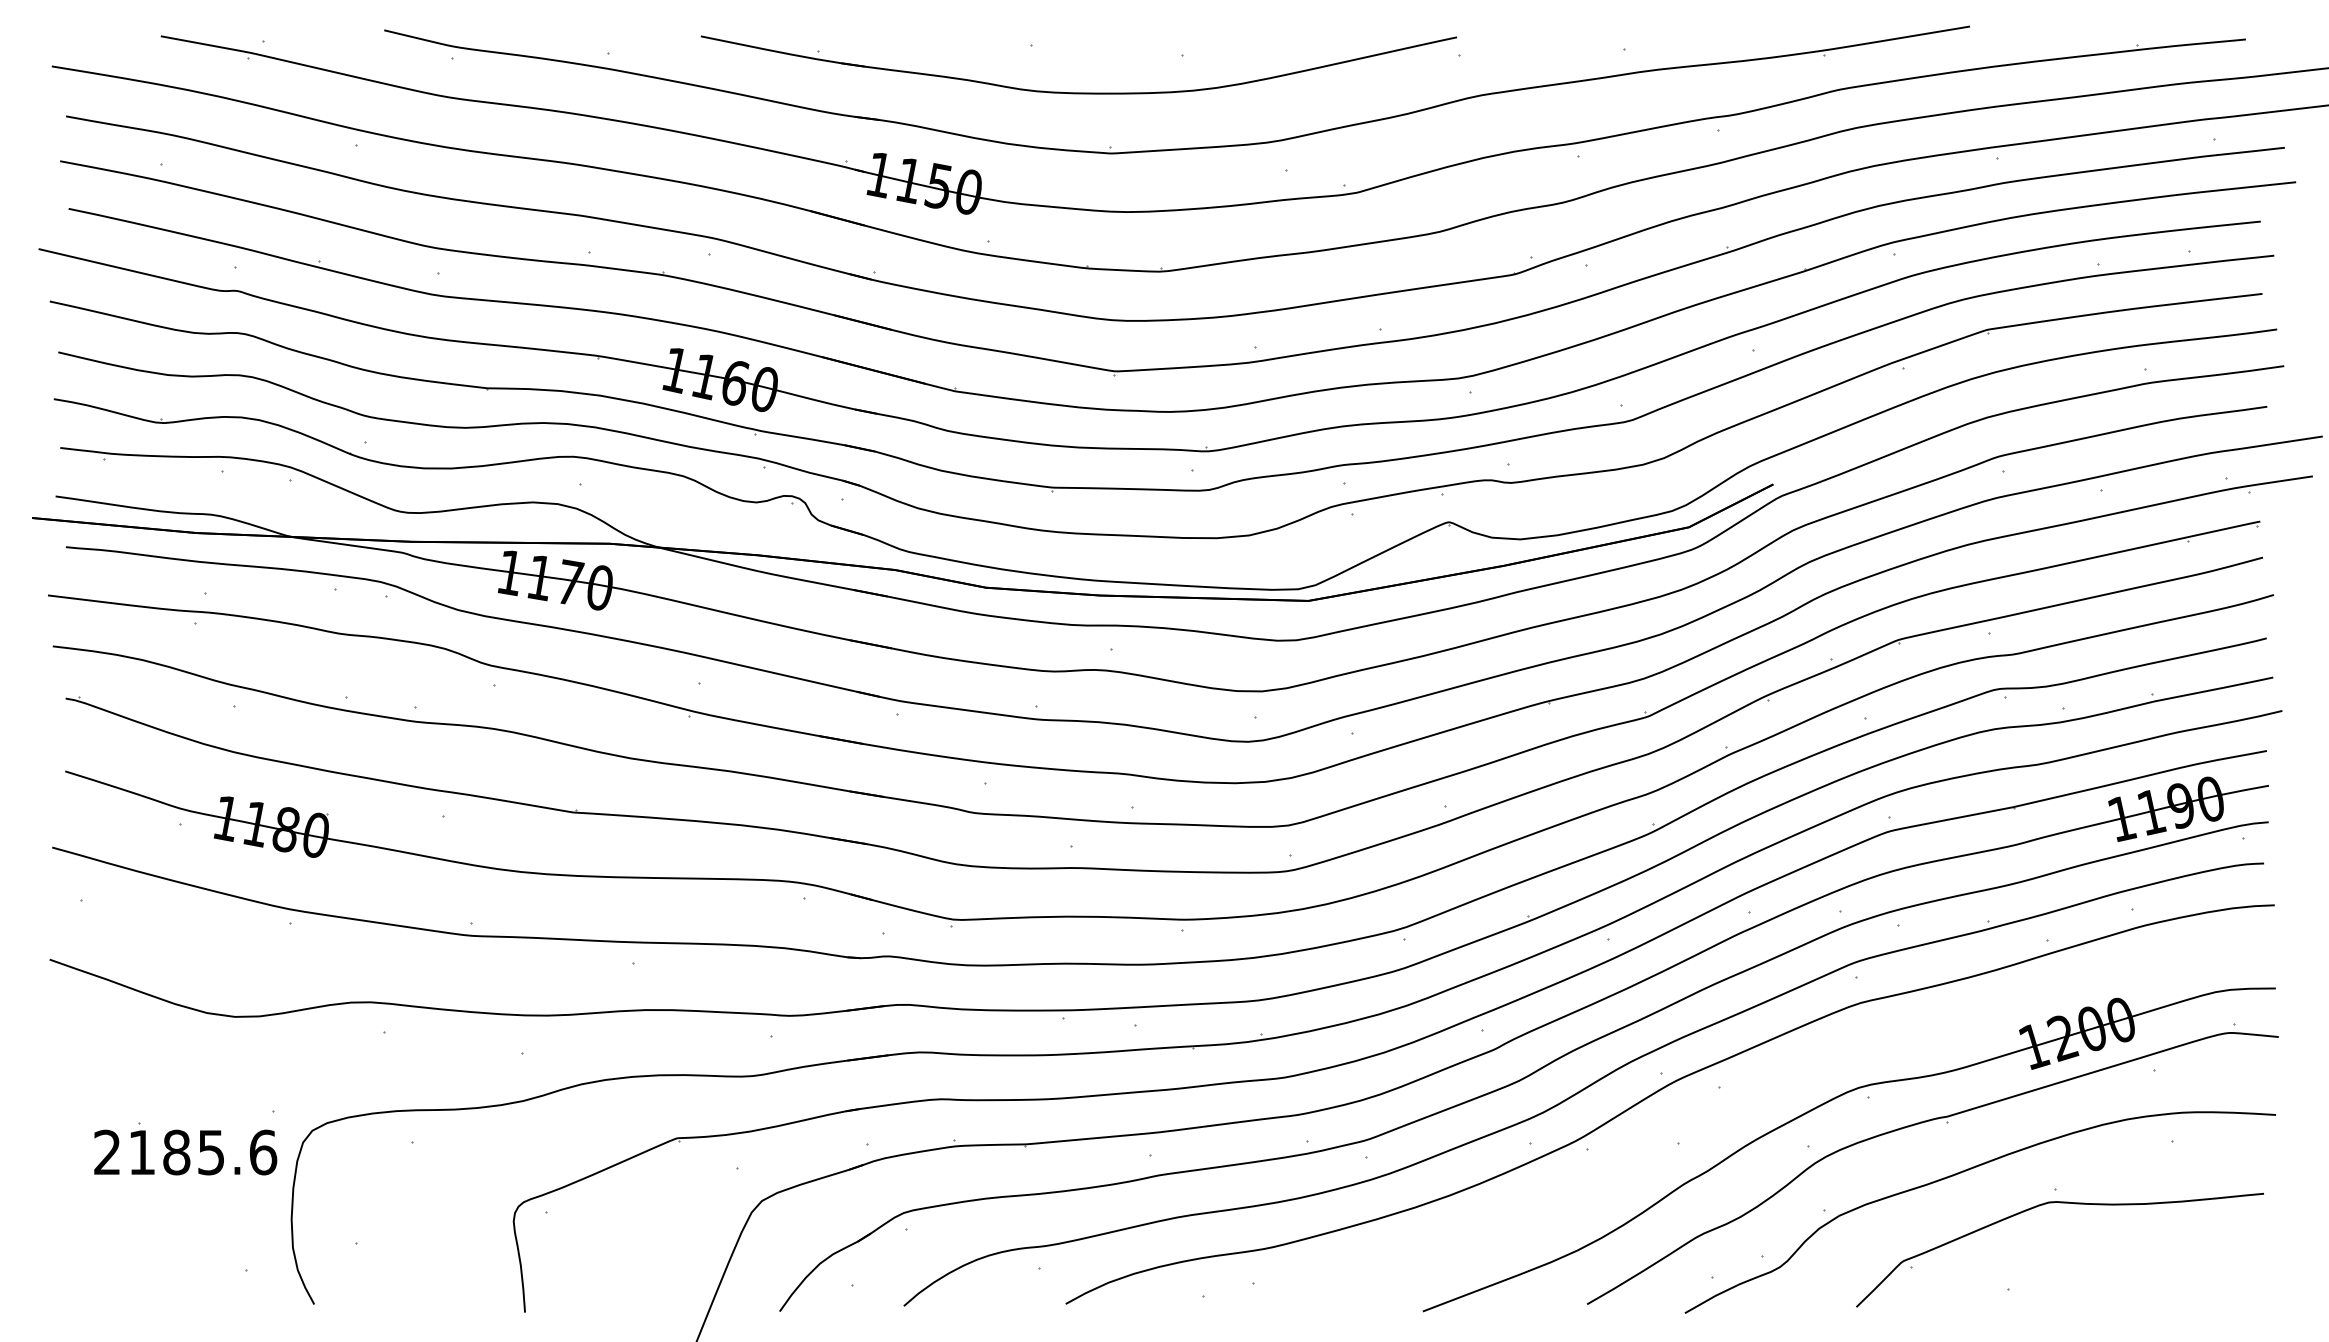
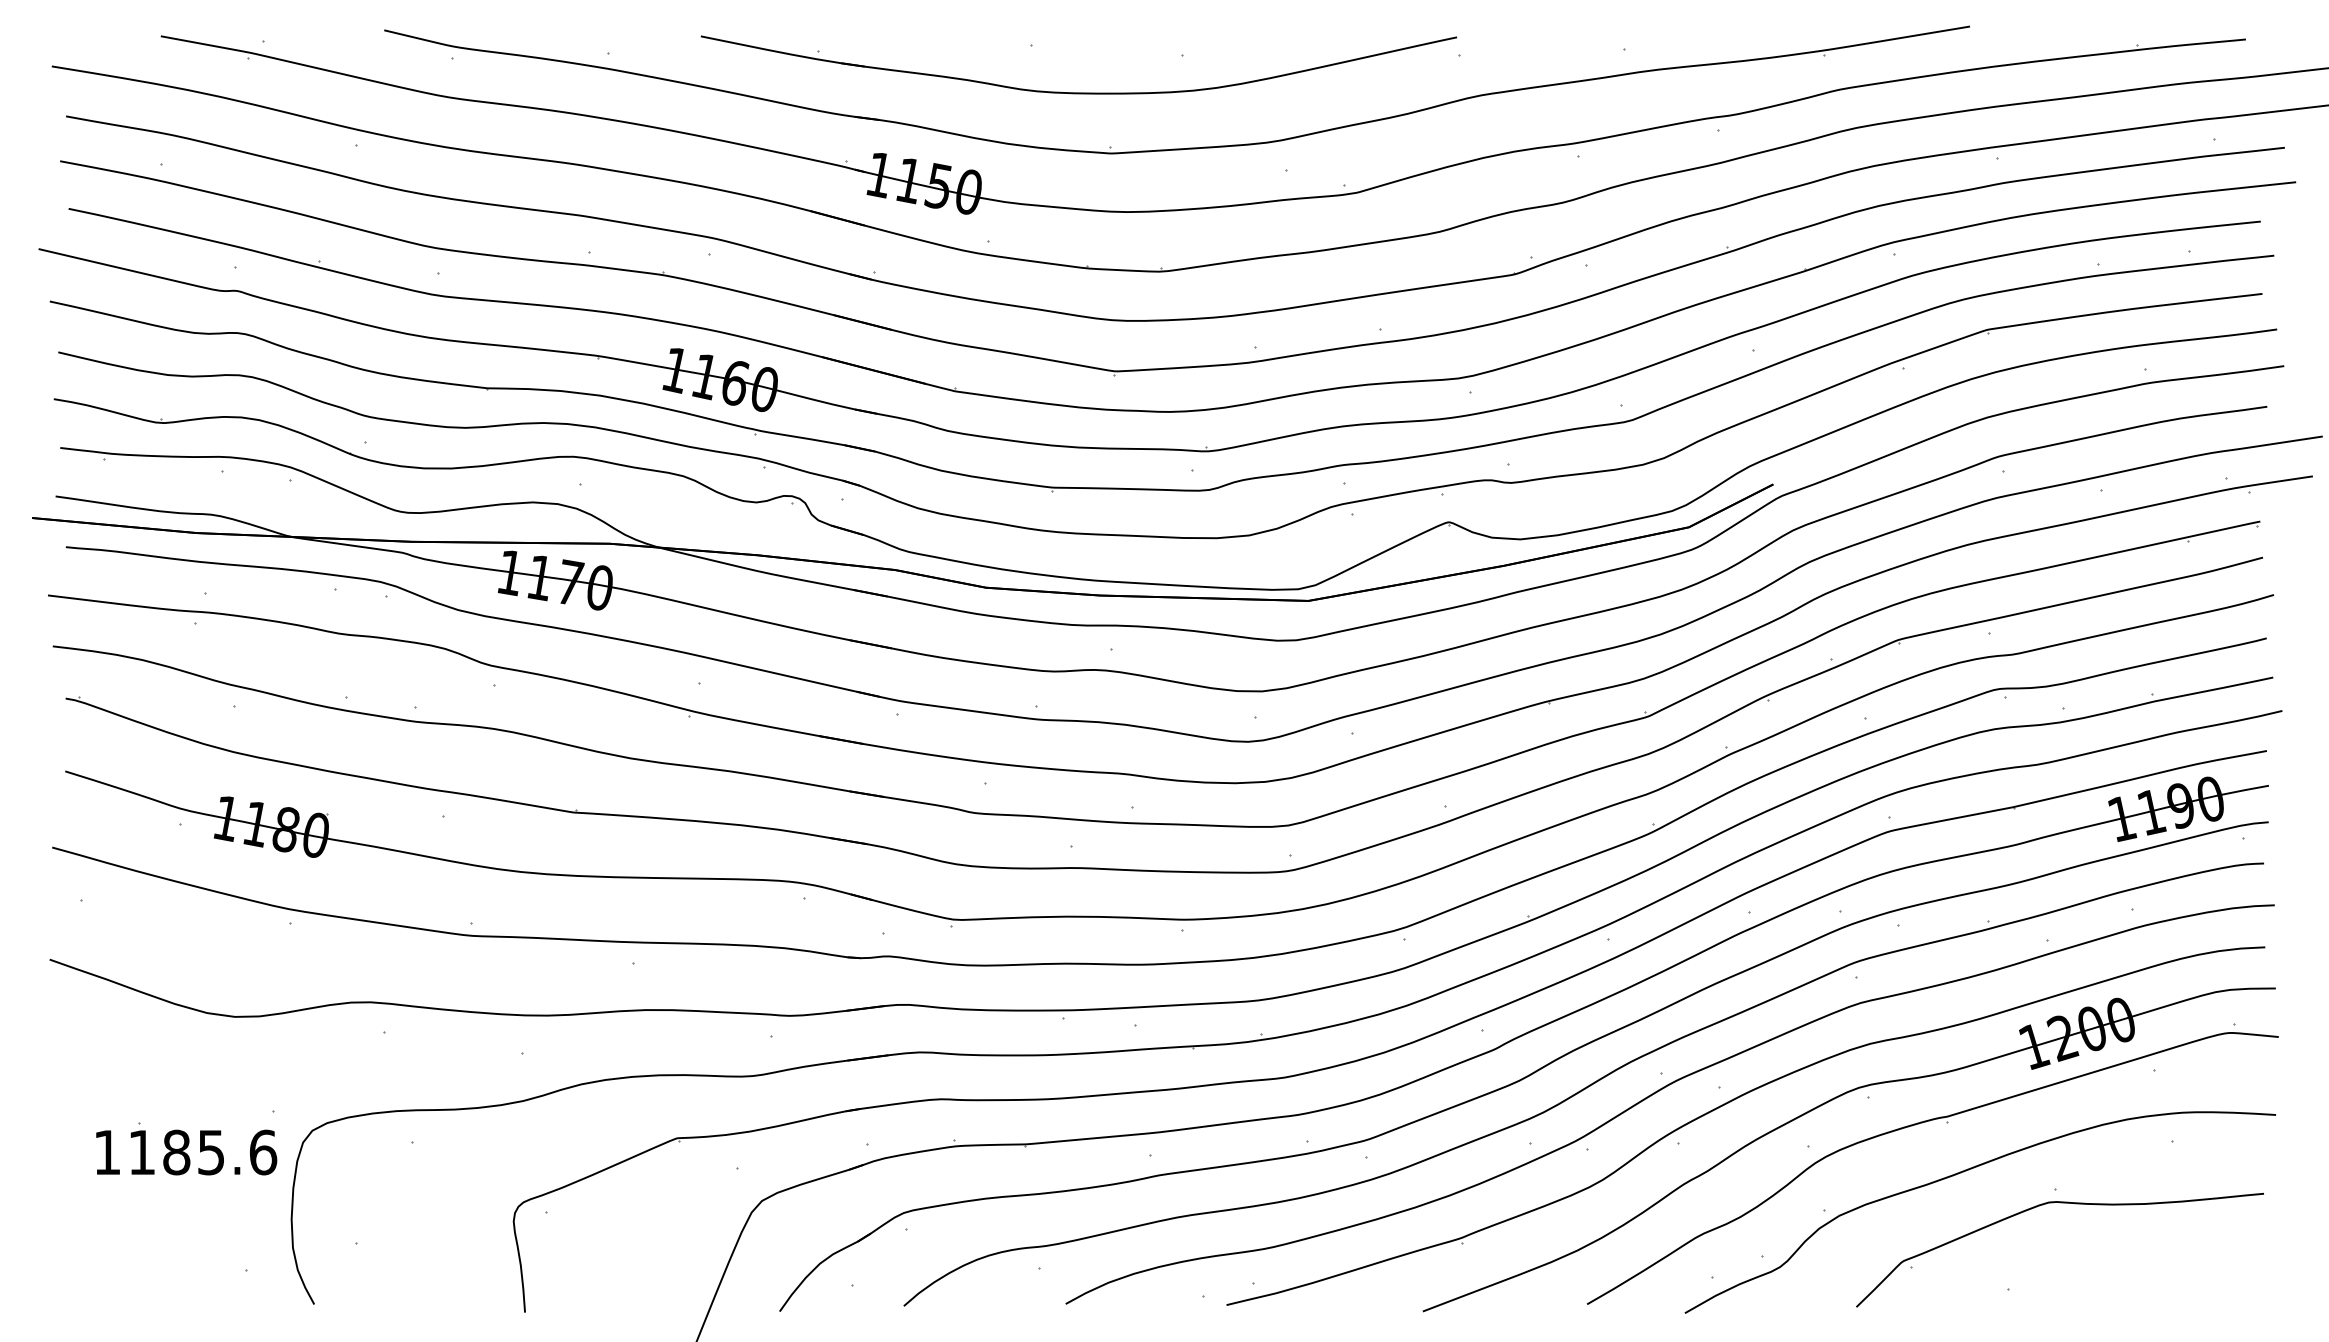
part at (1732, 1101): none -> present
text at (106, 1151): 2185.6 -> 1185.6
